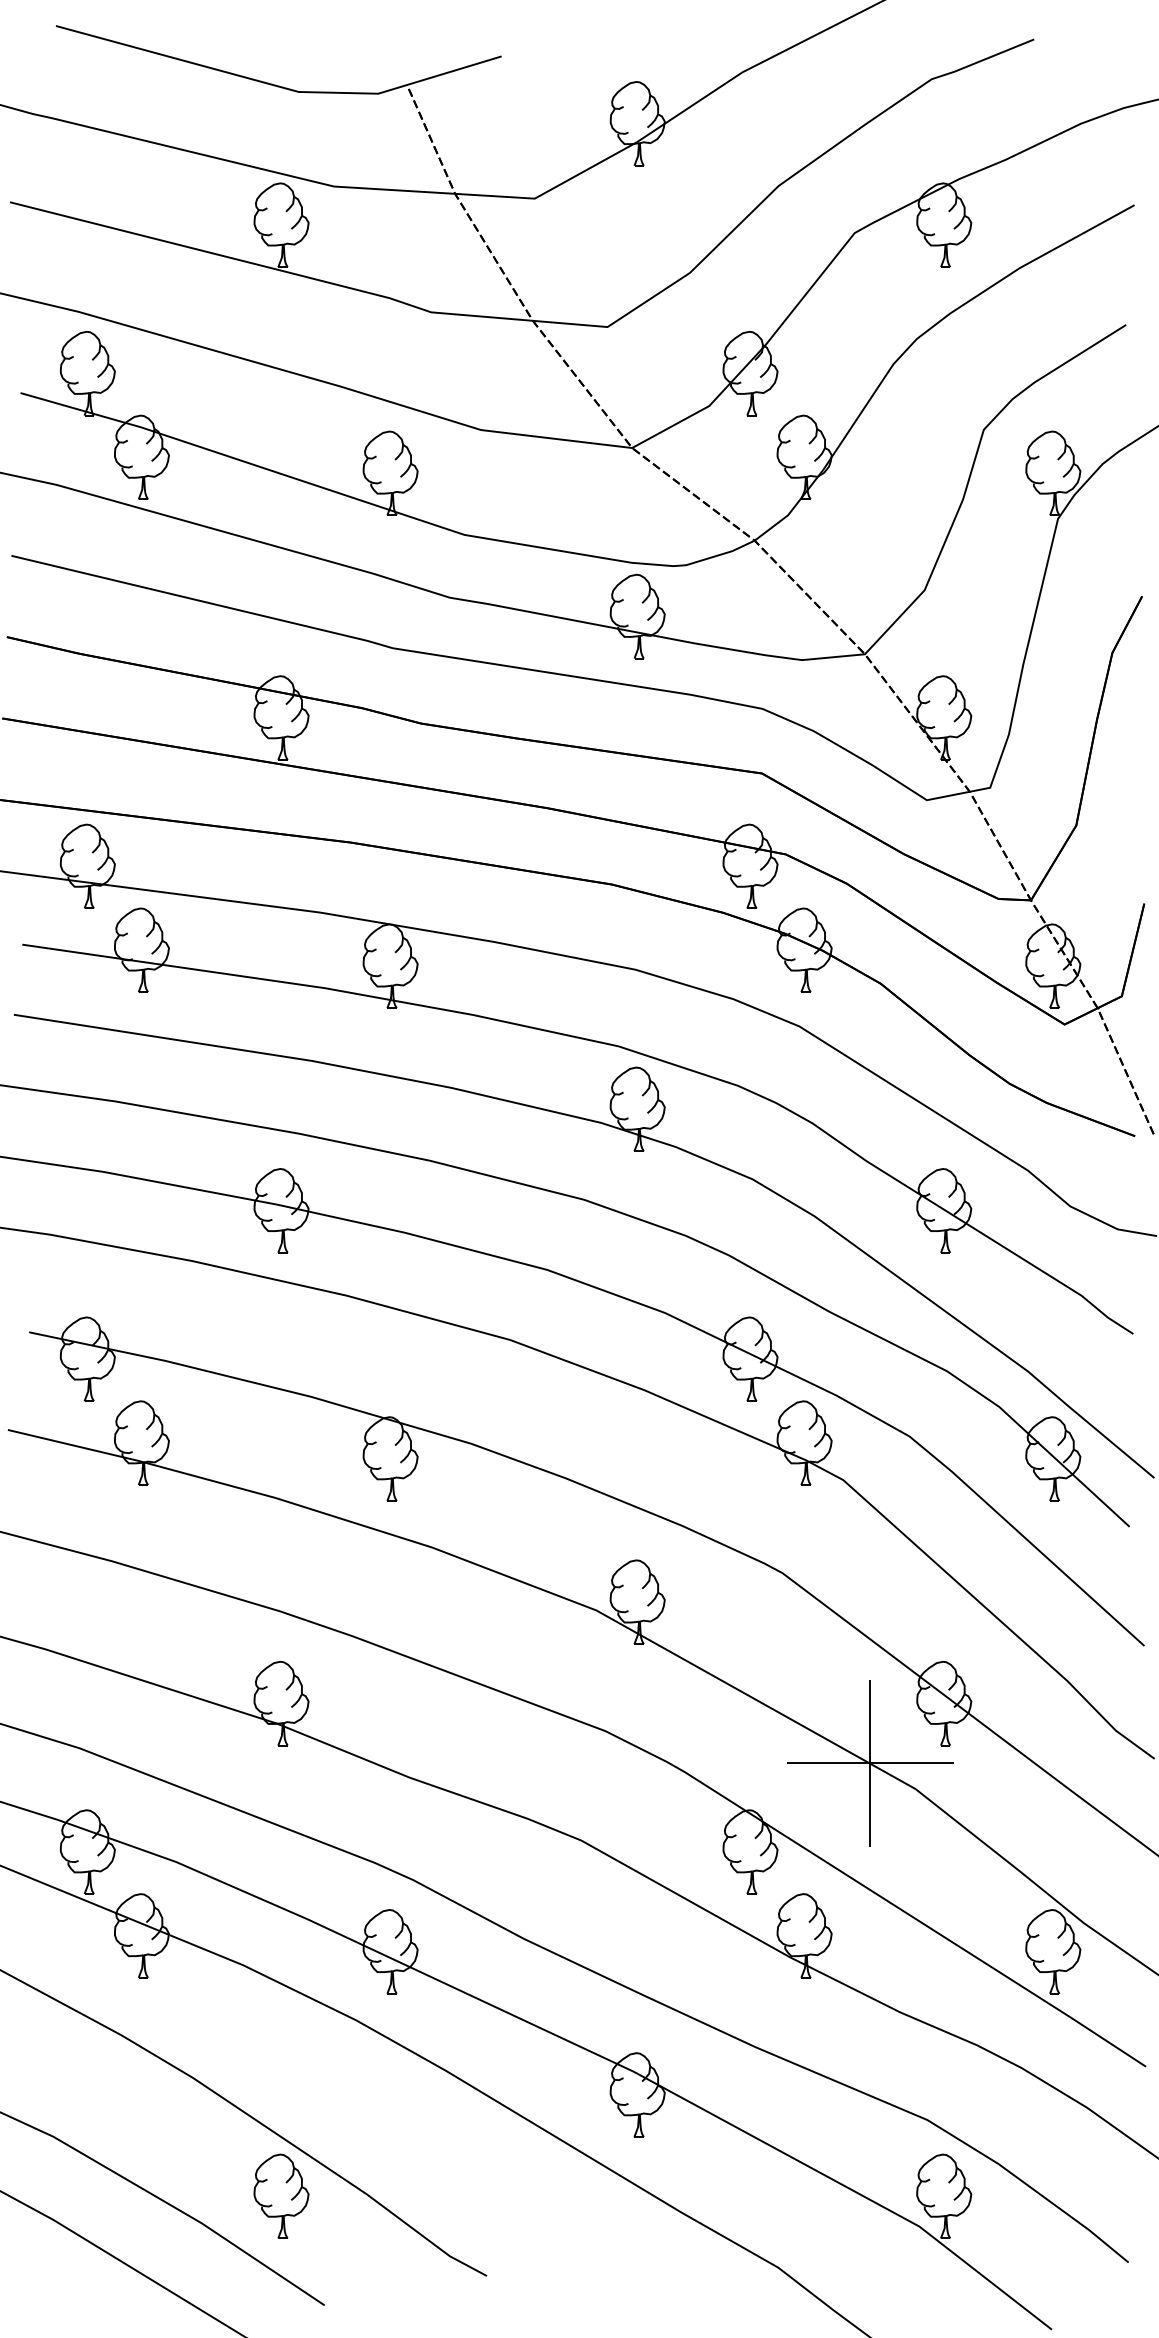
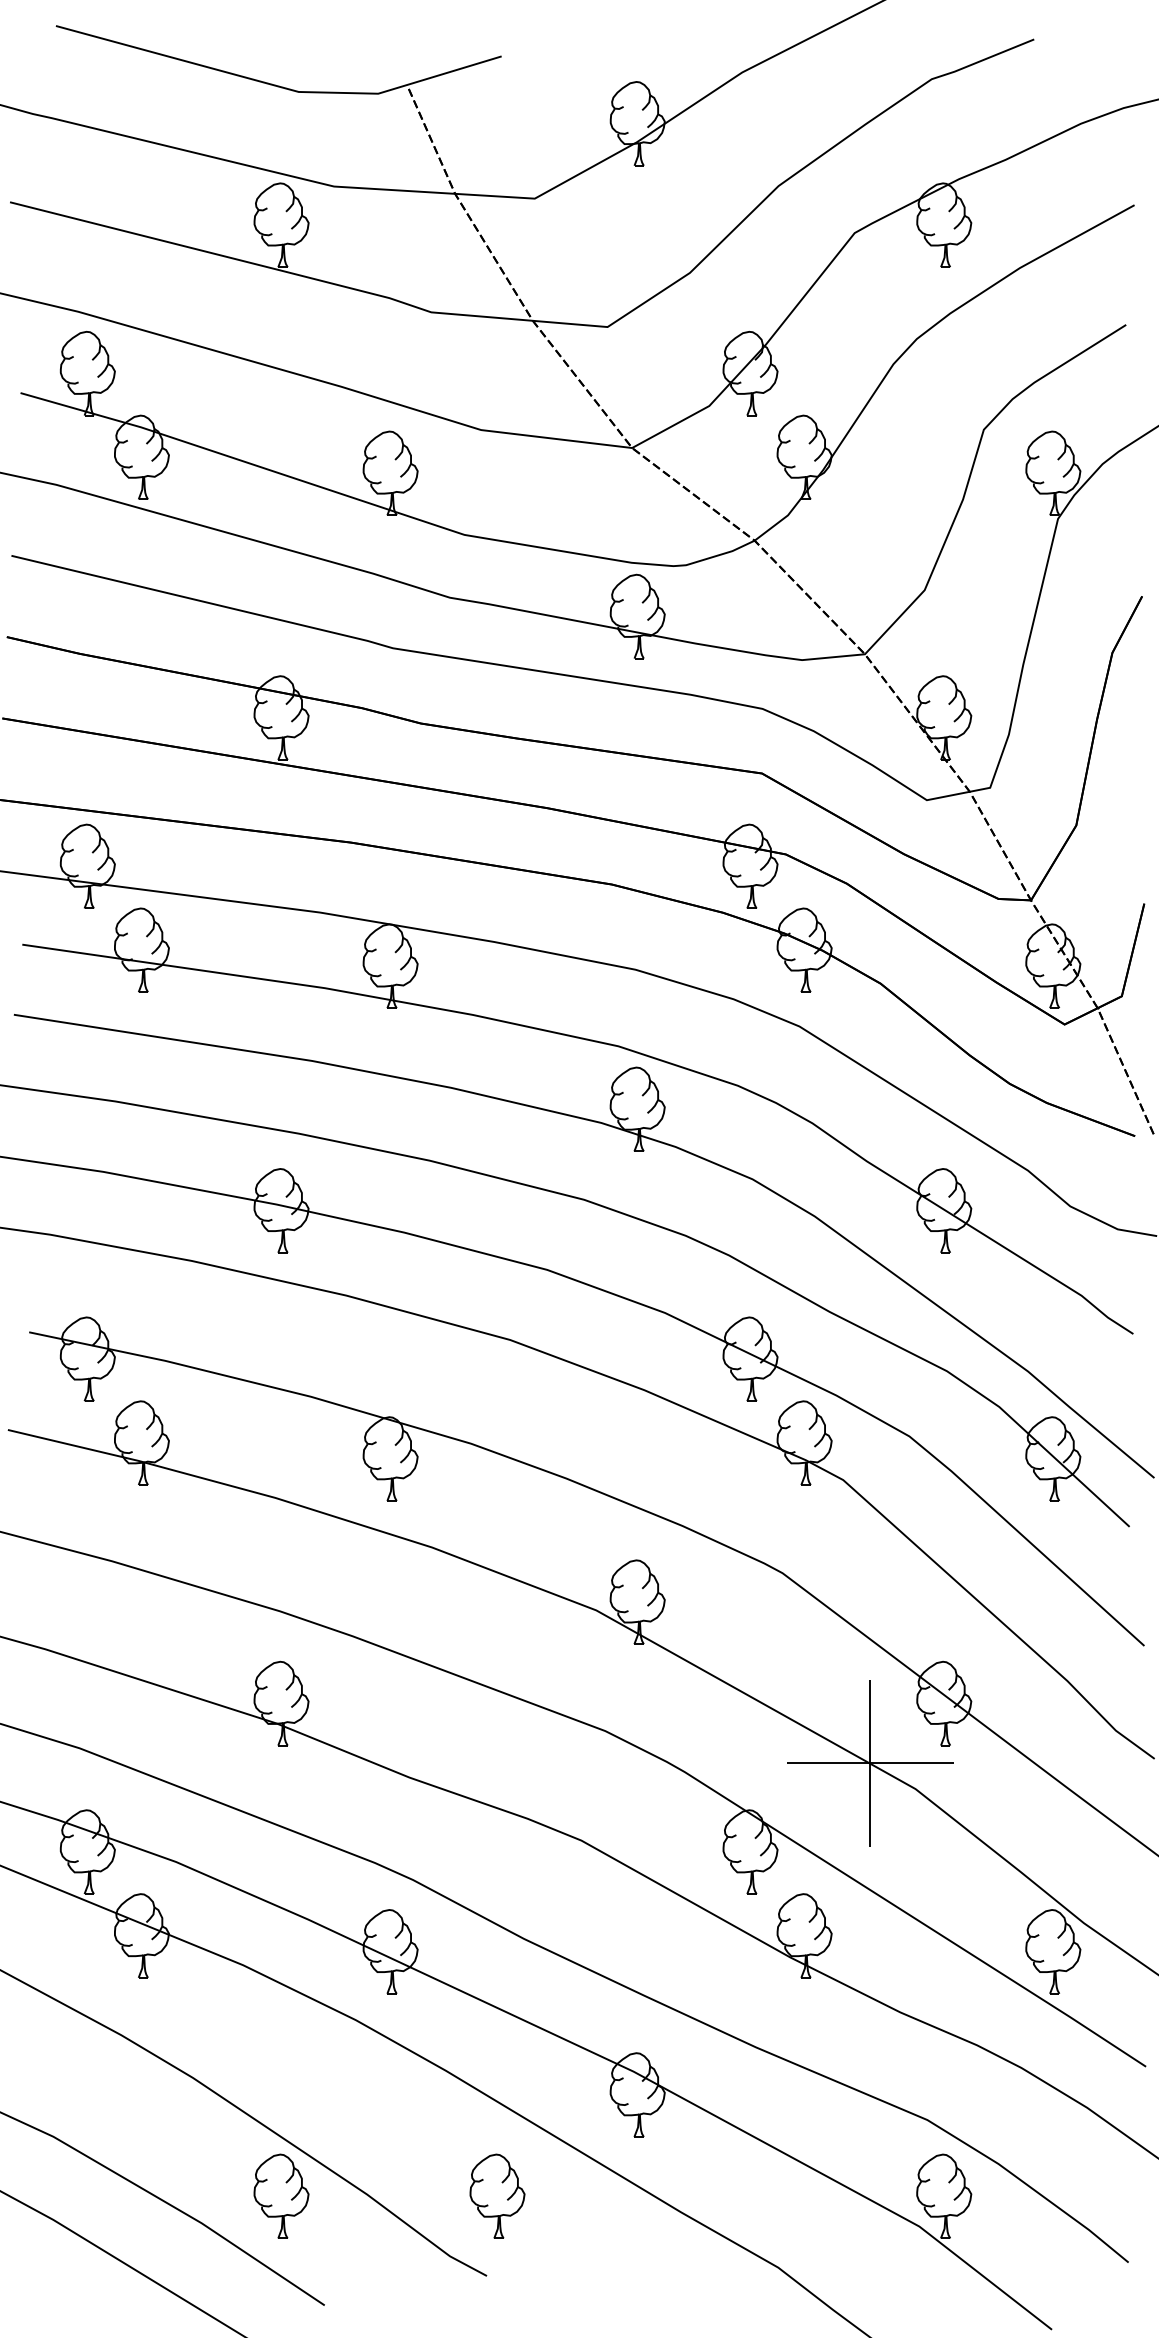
part at (497, 2195): none -> present
